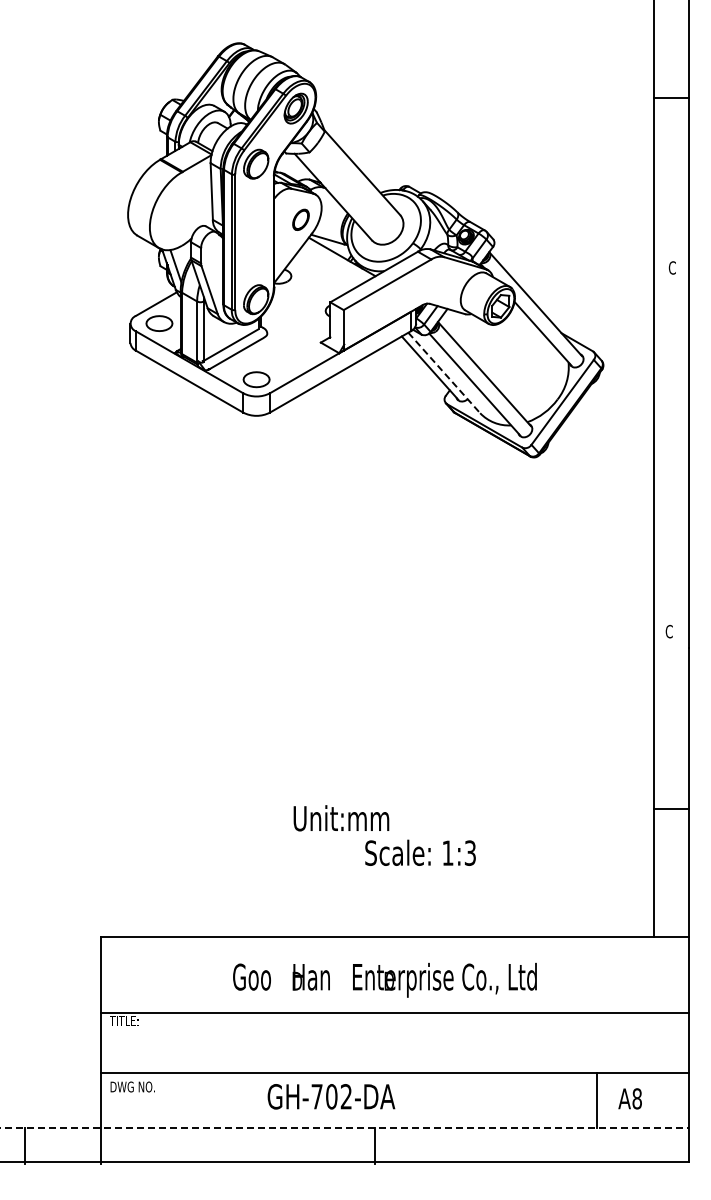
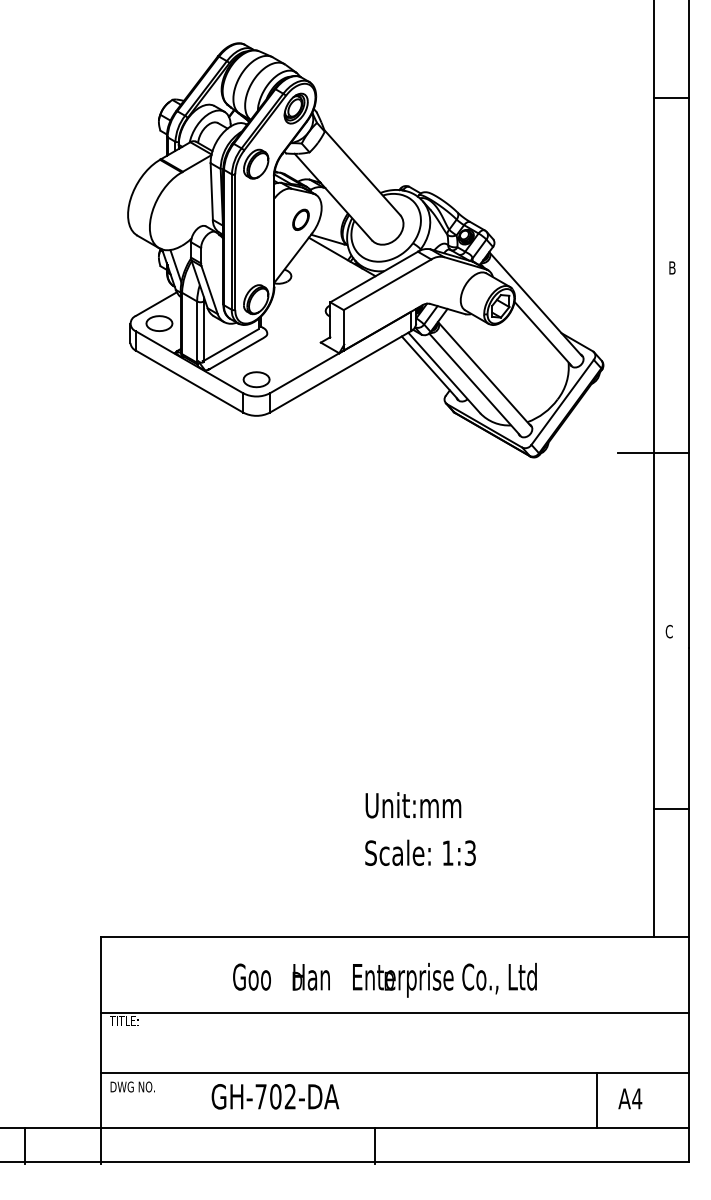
text at (671, 267): C -> B
line at (444, 372): dashed -> solid
line at (653, 453): none -> present
text at (341, 818) position: (341, 818) -> (413, 805)
text at (331, 1096) position: (331, 1096) -> (275, 1096)
text at (637, 1098): A8 -> A4
line at (345, 1128): dashed -> solid
